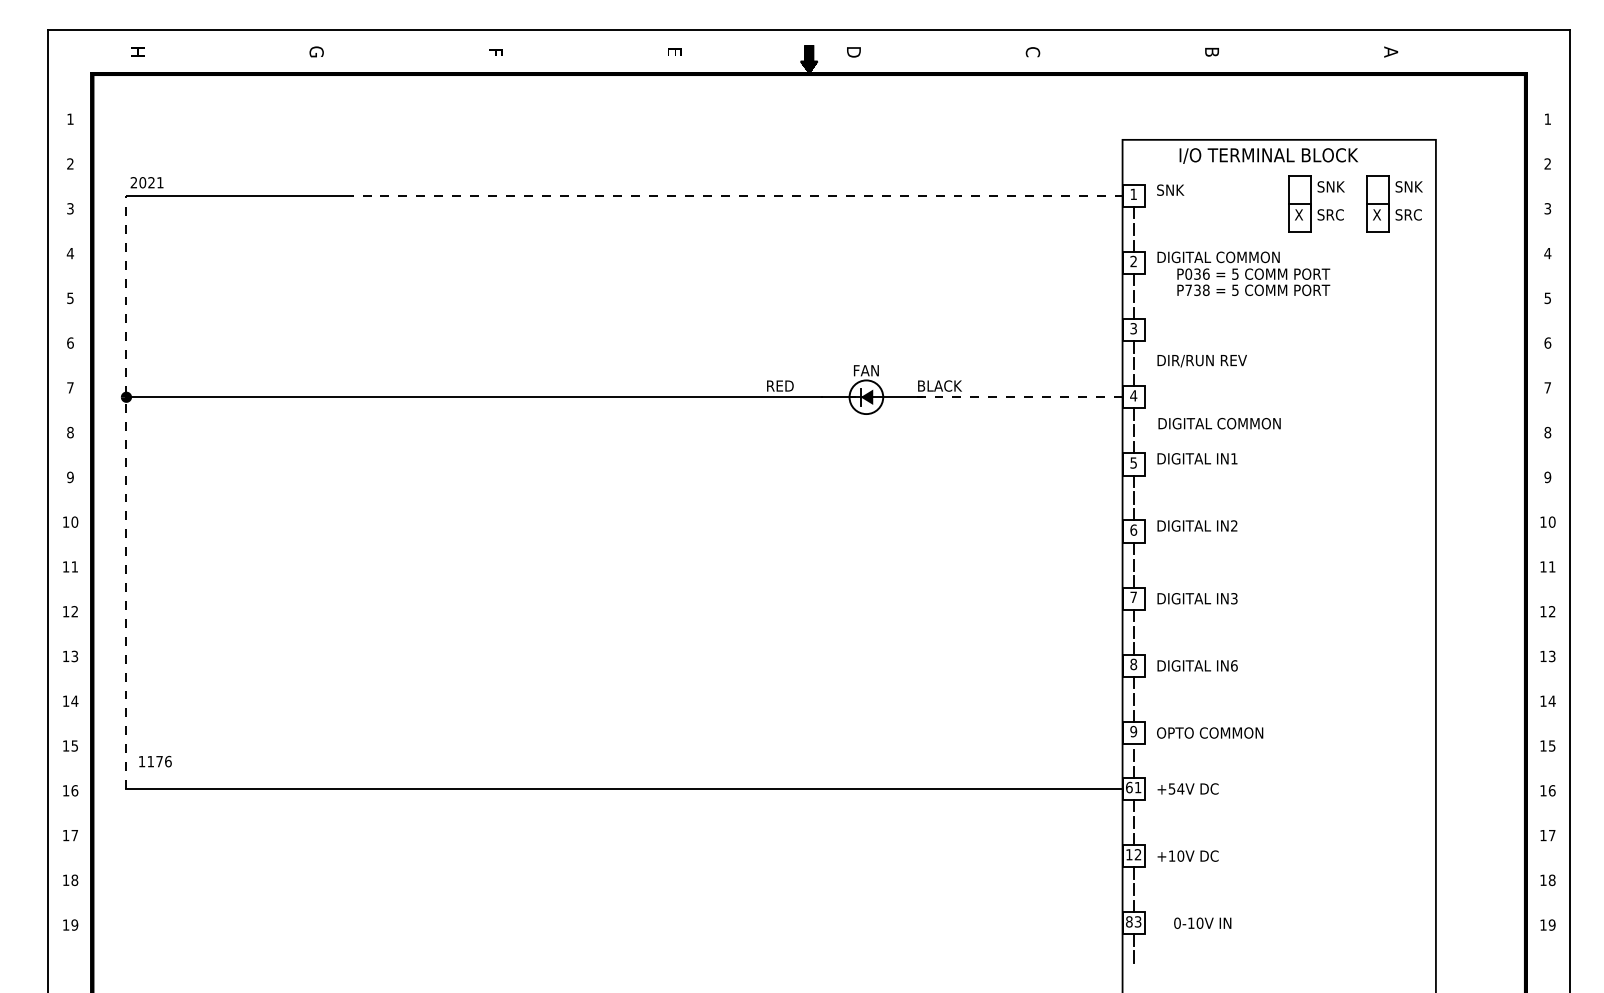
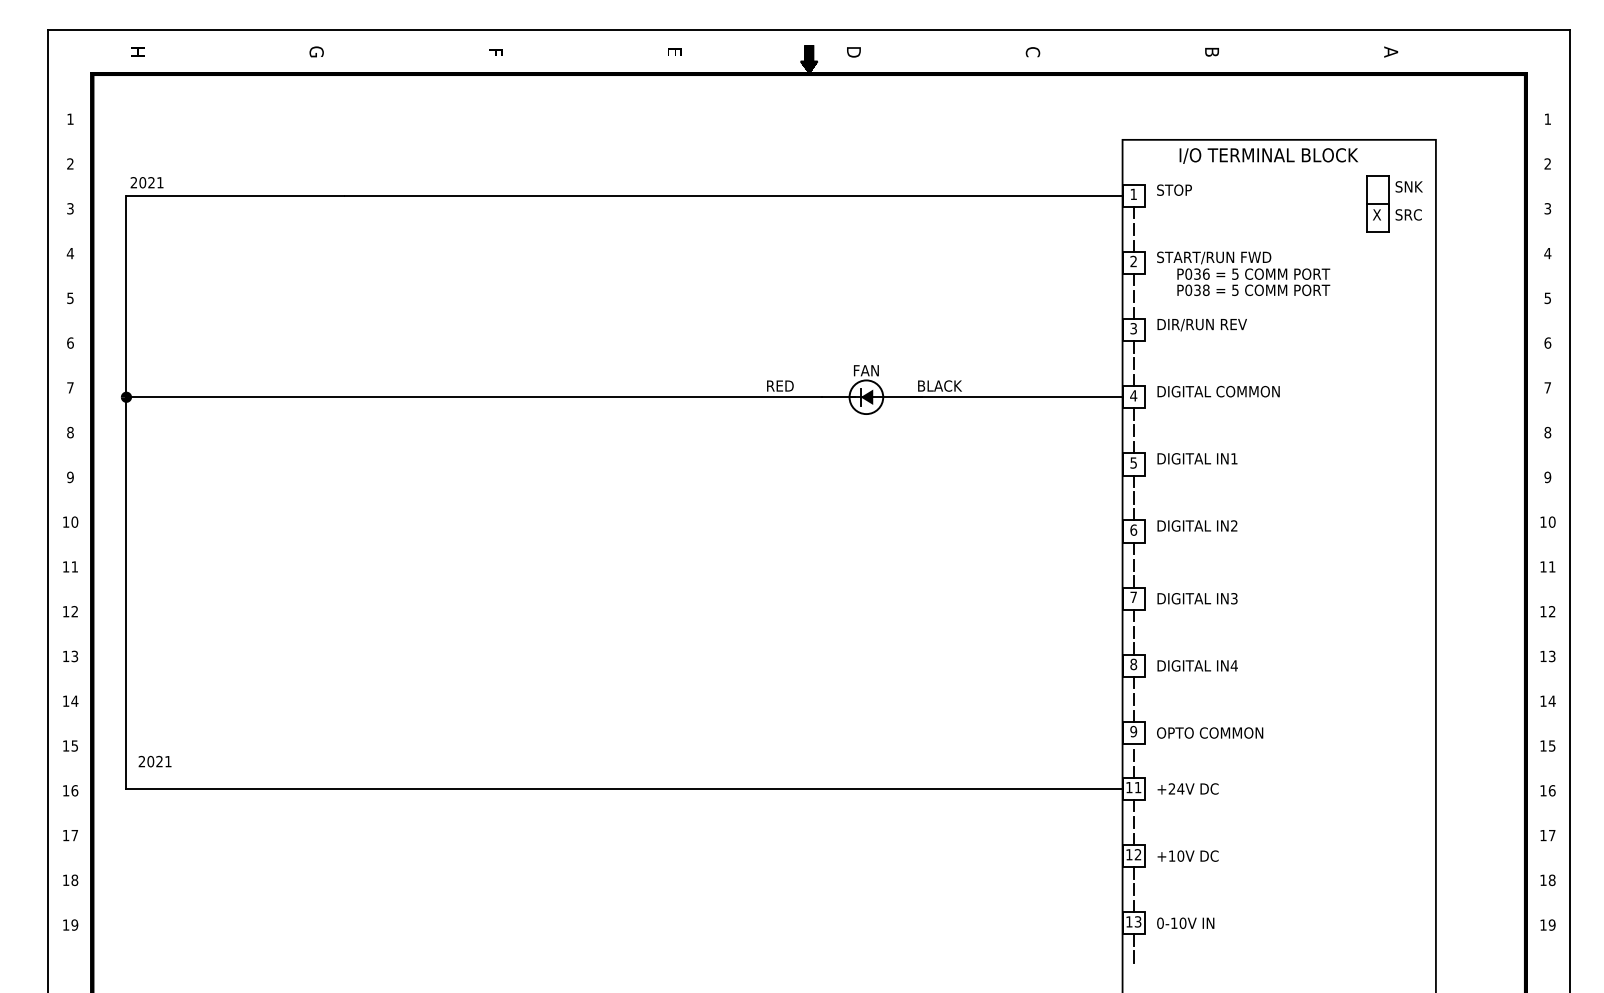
text at (1178, 189): SNK -> STOP
line at (733, 195): dashed -> solid
part at (1316, 203): present -> none
text at (1218, 257): DIGITAL COMMON -> START/RUN FWD
text at (1188, 289): P738 -> P038
text at (1201, 361) position: (1201, 361) -> (1201, 325)
line at (1016, 397): dashed -> solid
text at (1219, 423) position: (1219, 423) -> (1218, 391)
line at (126, 492): dashed -> solid
text at (1233, 665): IN6 -> IN4
text at (154, 761): 1176 -> 2021
text at (1129, 787): 61 -> 11
text at (1171, 788): +54V -> +24V
text at (1129, 921): 83 -> 13
text at (1202, 922) position: (1202, 922) -> (1185, 922)
